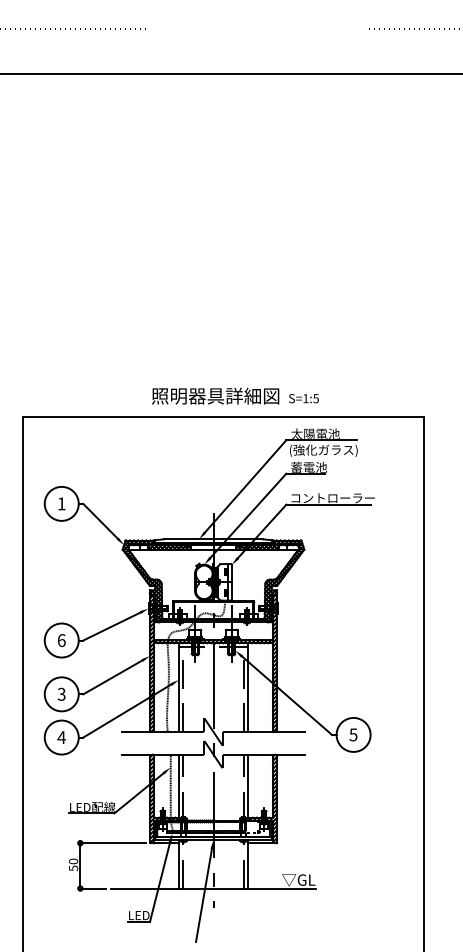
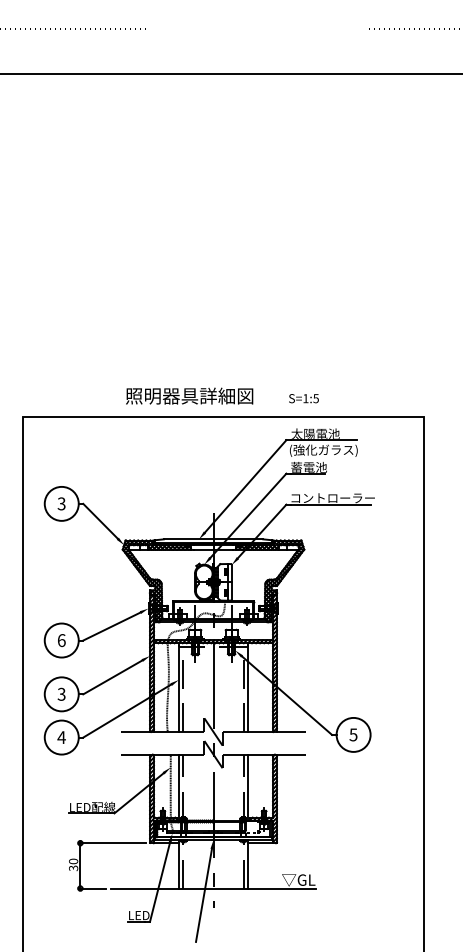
text at (215, 395) position: (215, 395) -> (189, 395)
text at (61, 503): 1 -> 3
text at (73, 867): 50 -> 30
